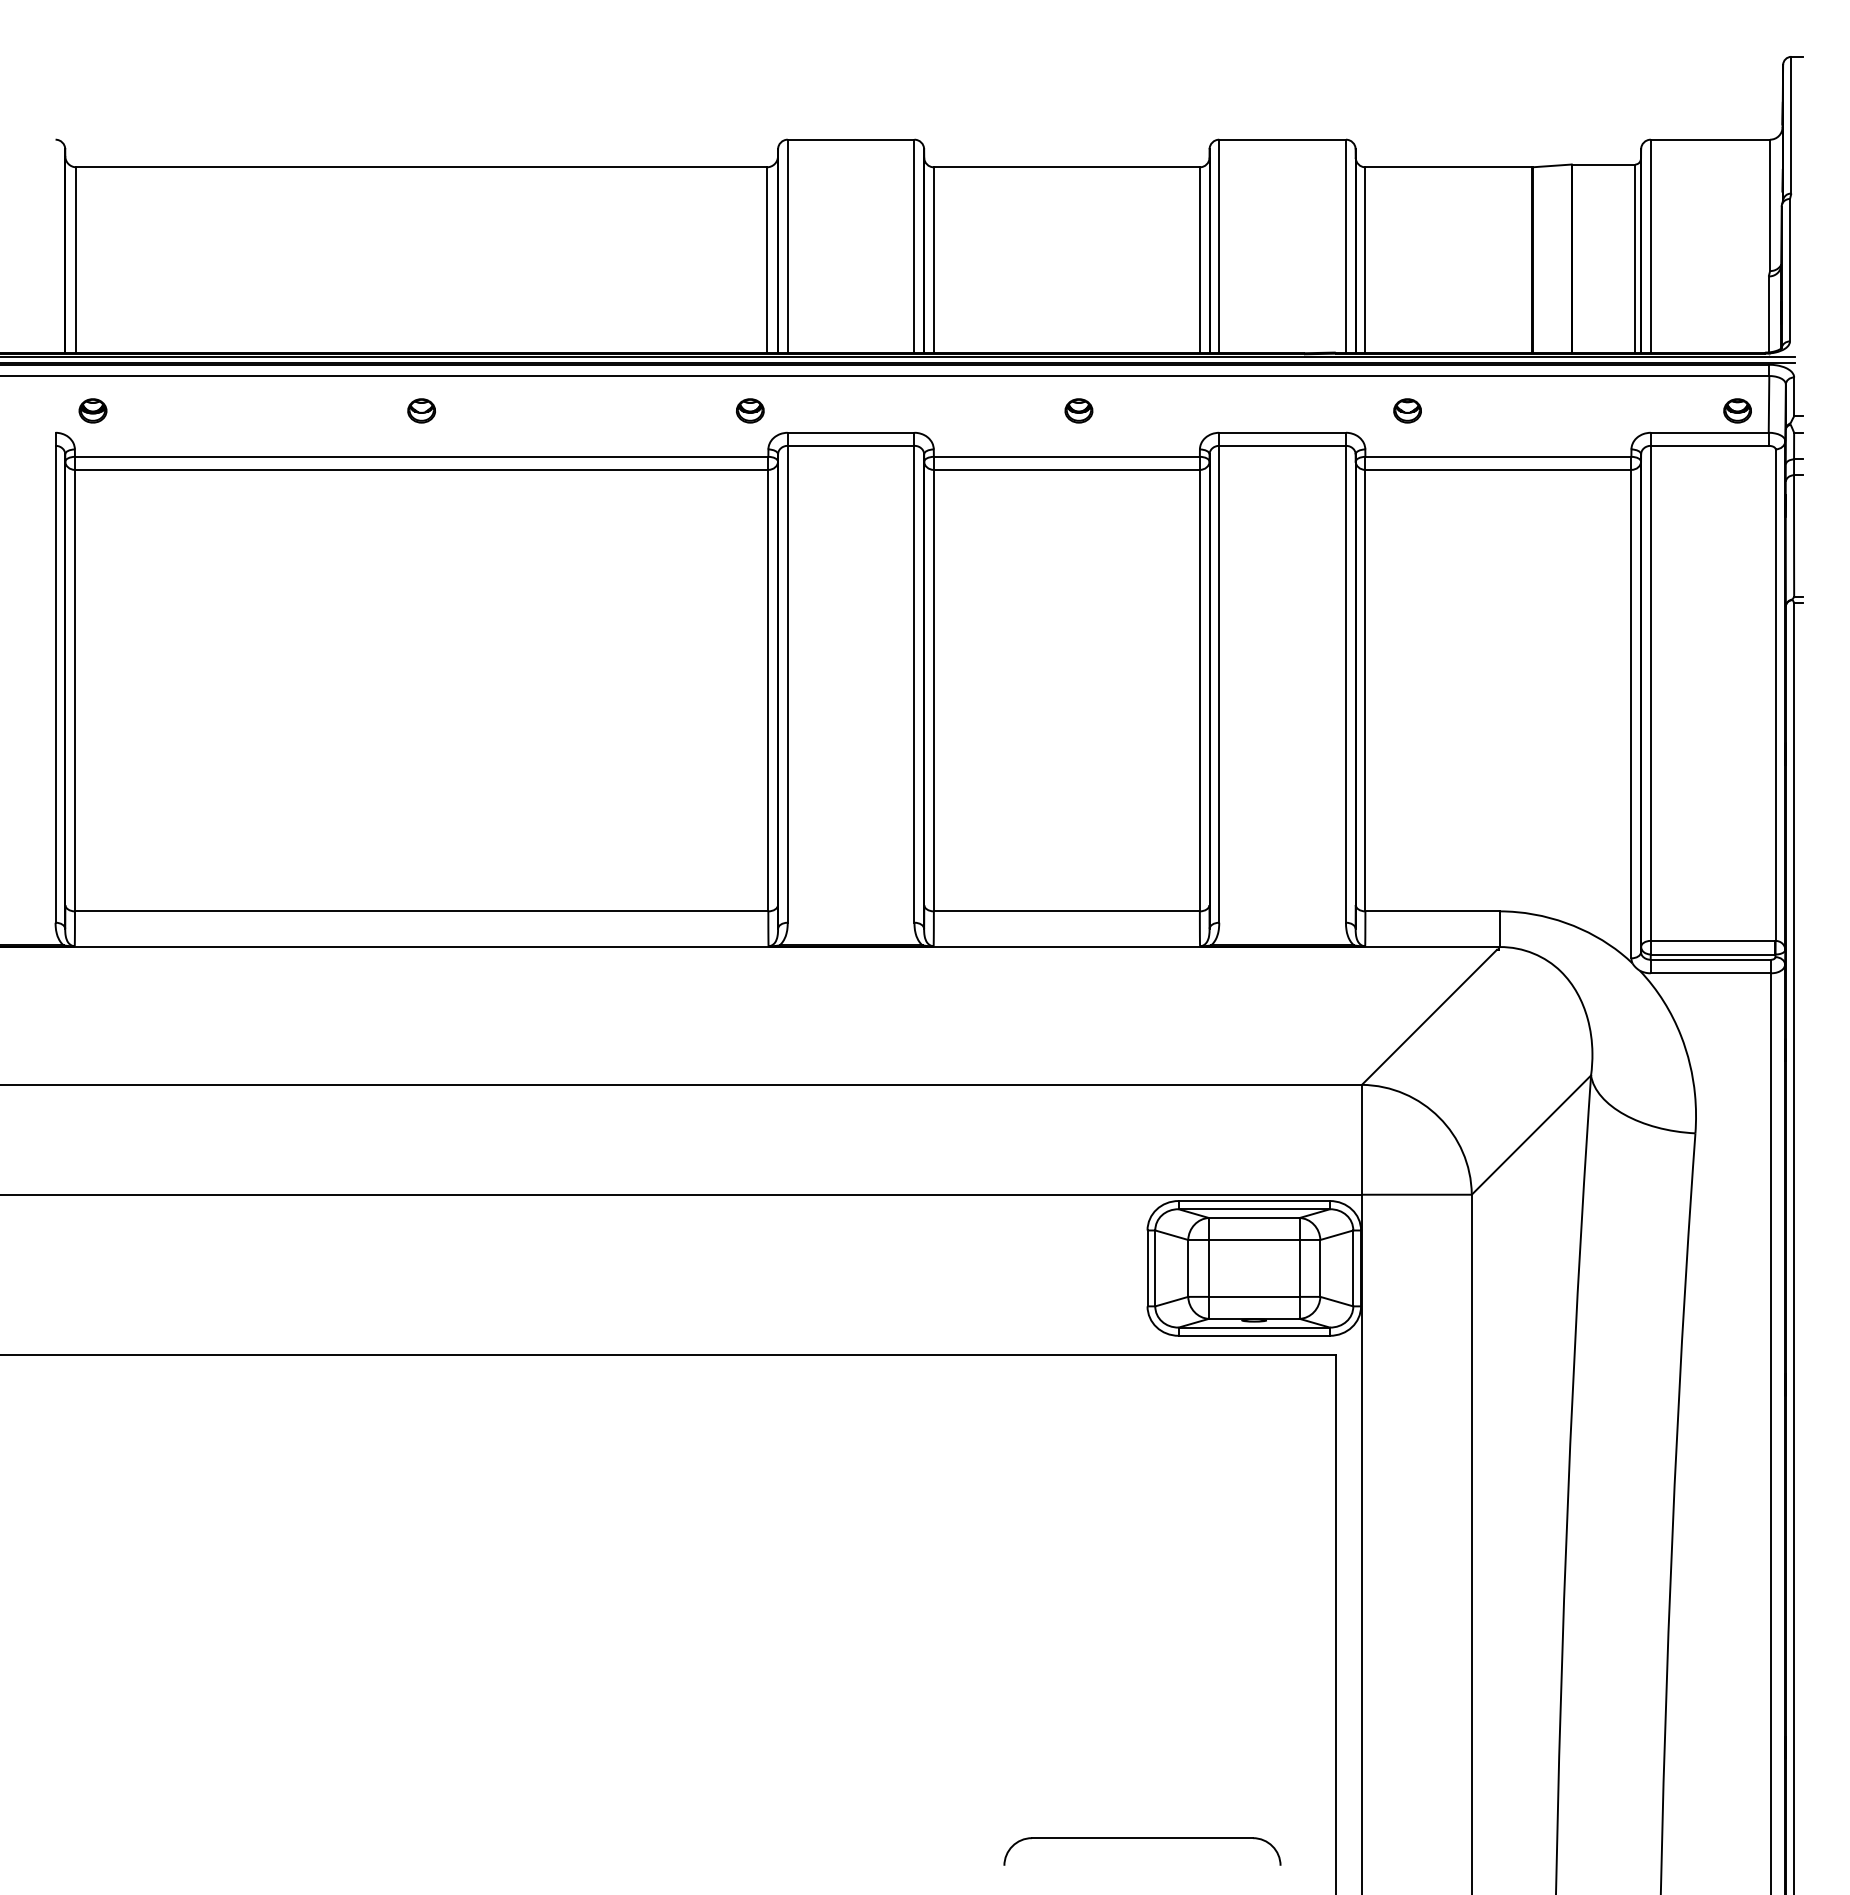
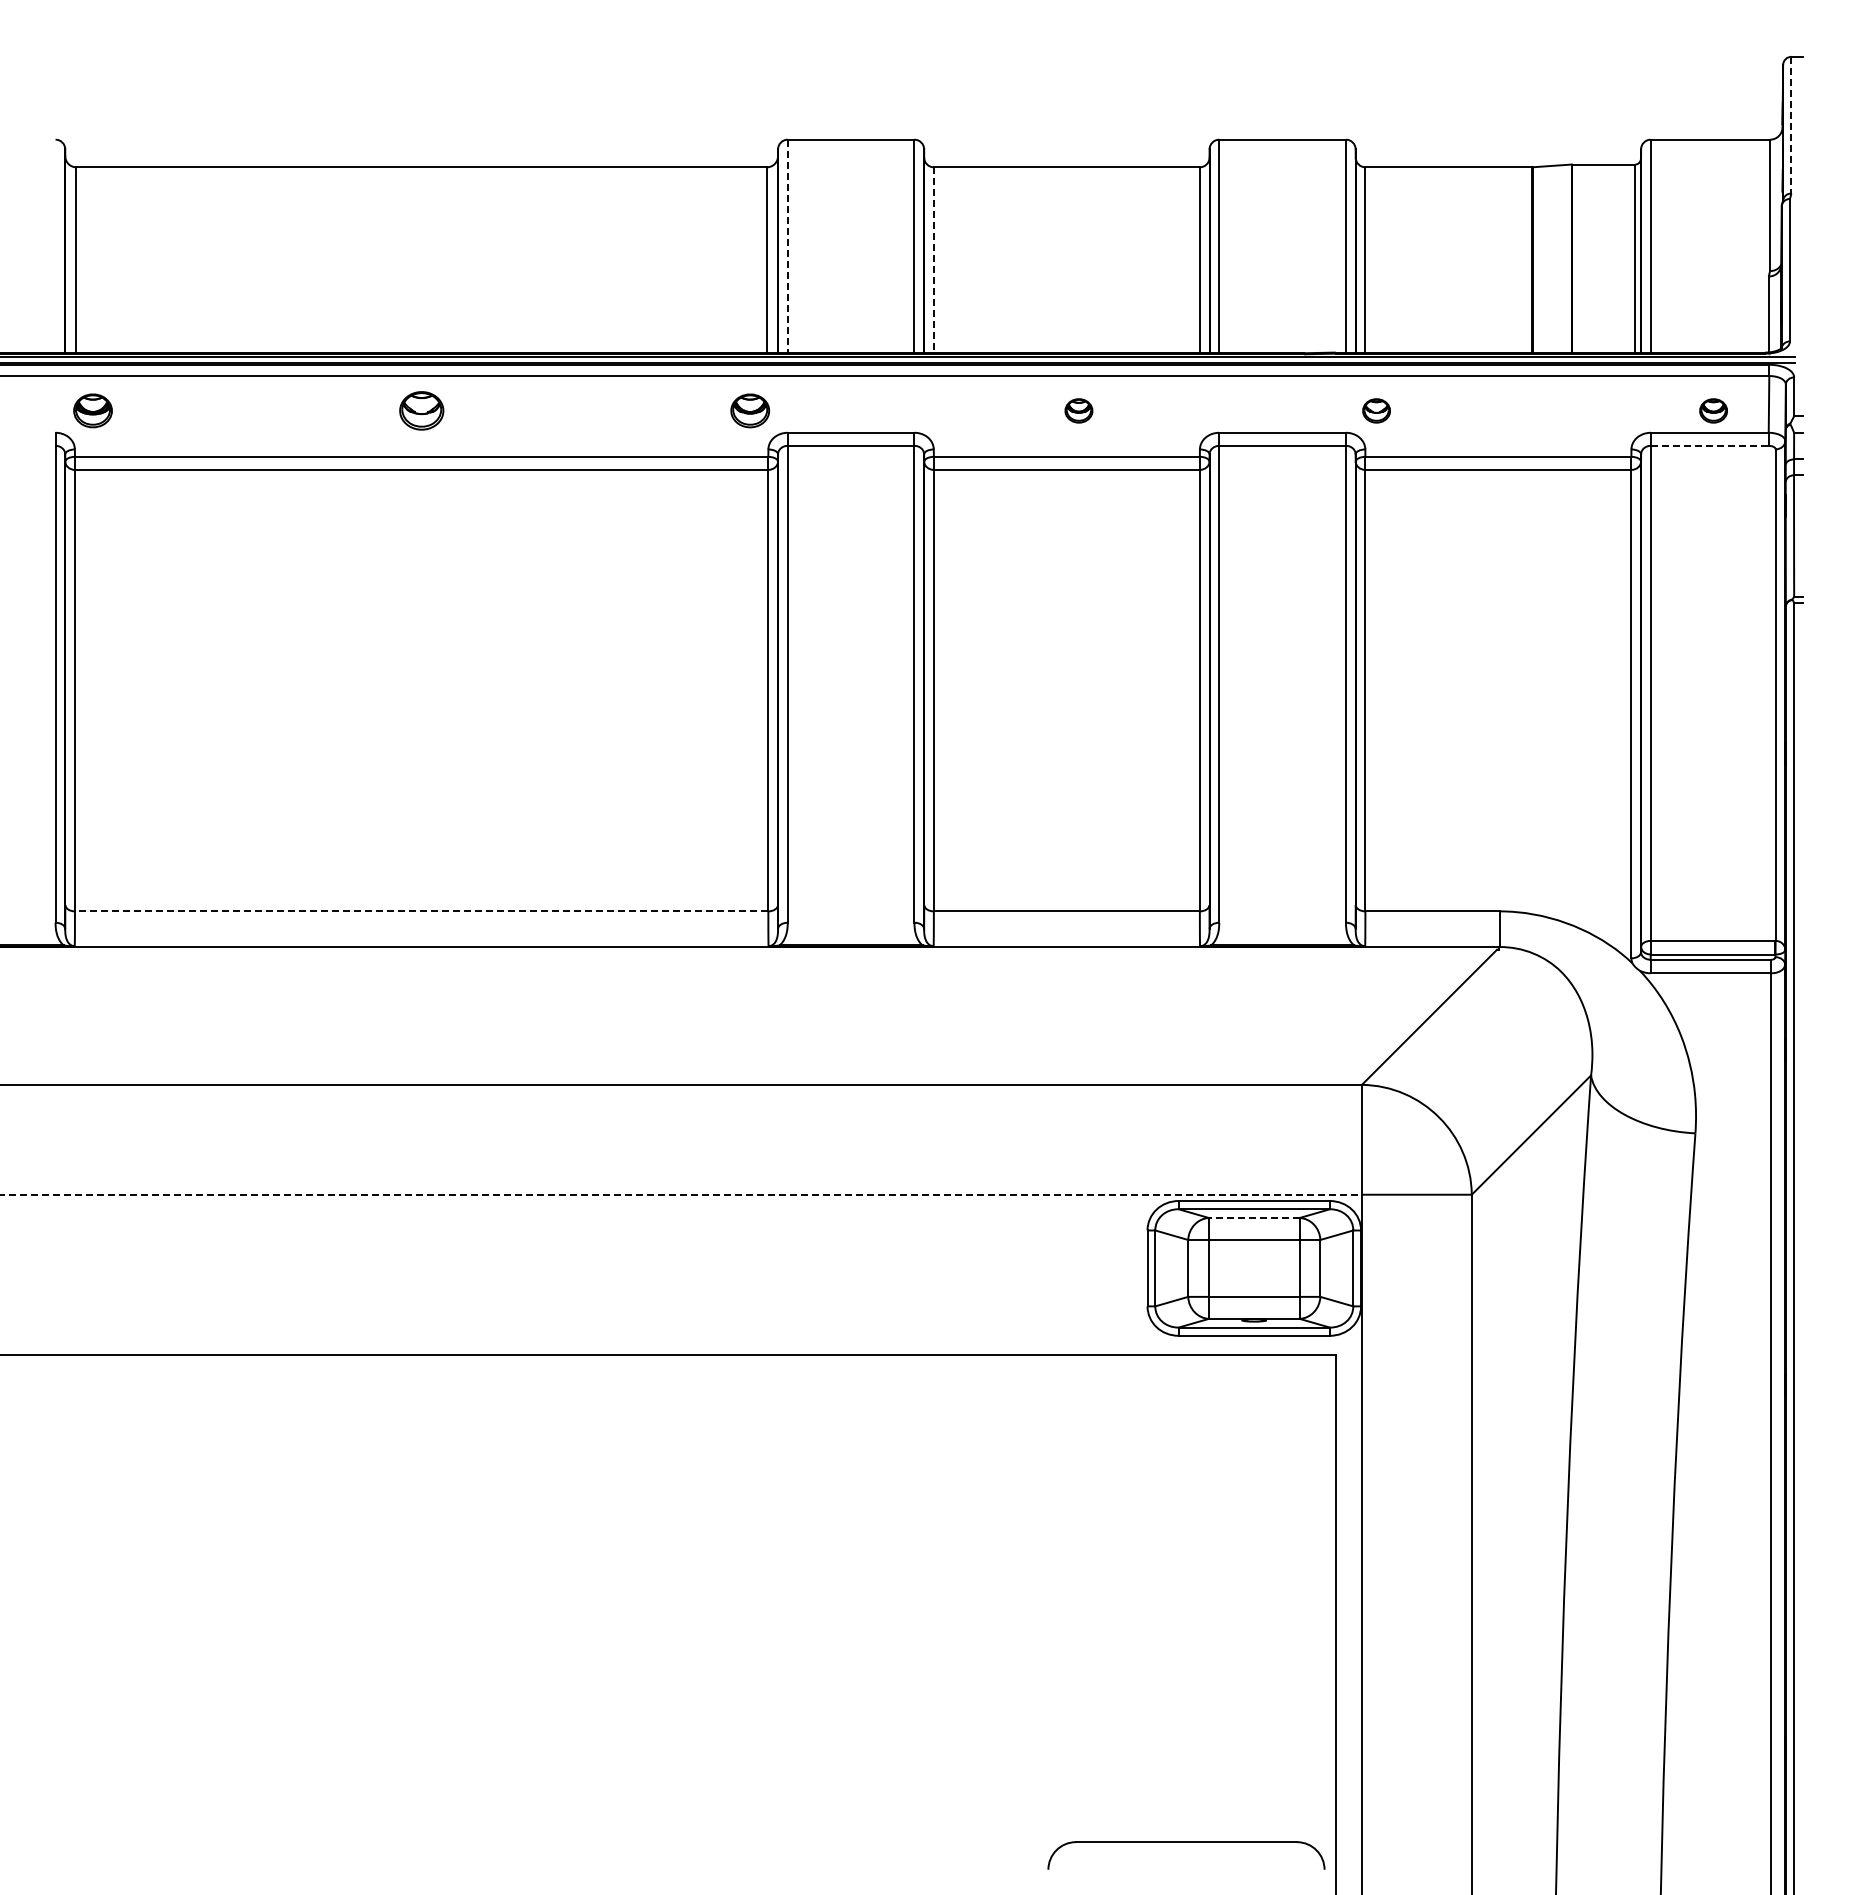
line at (1791, 125): solid -> dashed
line at (787, 246): solid -> dashed
line at (933, 260): solid -> dashed
part at (92, 410) size: 30x26 px -> 40x36 px
part at (421, 410) size: 29x26 px -> 46x40 px
part at (750, 410) size: 29x26 px -> 41x36 px
part at (1407, 410) position: (1407, 410) -> (1376, 410)
part at (1737, 410) position: (1737, 410) -> (1713, 410)
line at (1709, 445): solid -> dashed
line at (421, 911): solid -> dashed
line at (681, 1194): solid -> dashed
line at (1253, 1218): solid -> dashed
part at (1142, 1838) position: (1142, 1838) -> (1186, 1842)
